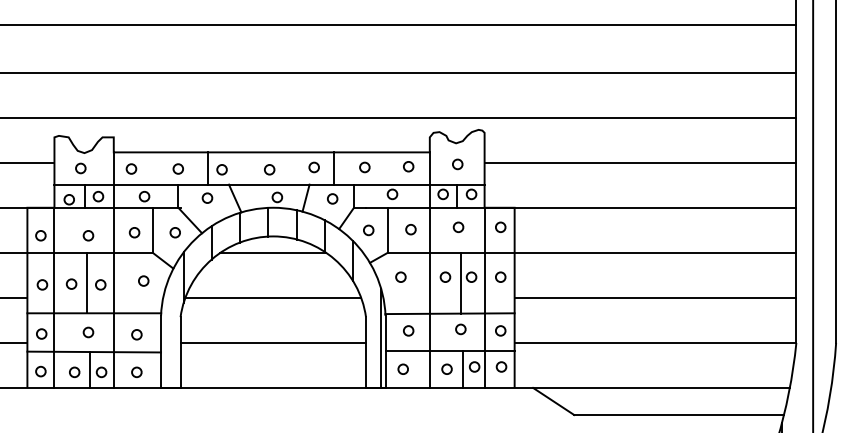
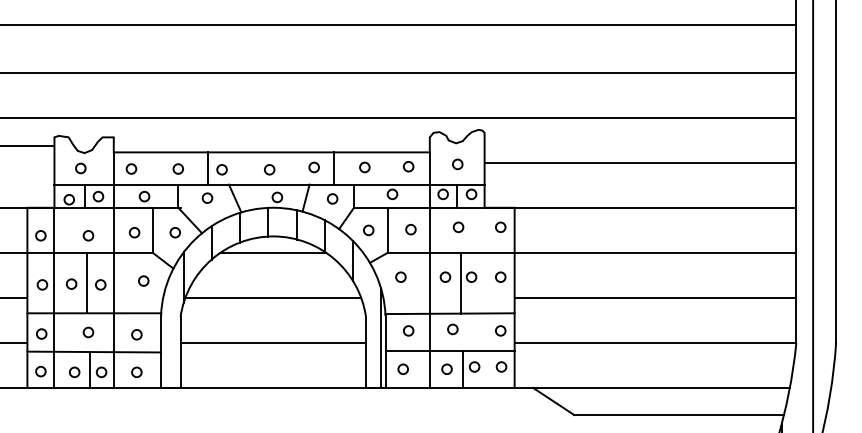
line at (28, 162) position: (28, 162) -> (28, 145)
line at (484, 297): present -> none
circle at (460, 329) position: (460, 329) -> (452, 329)
